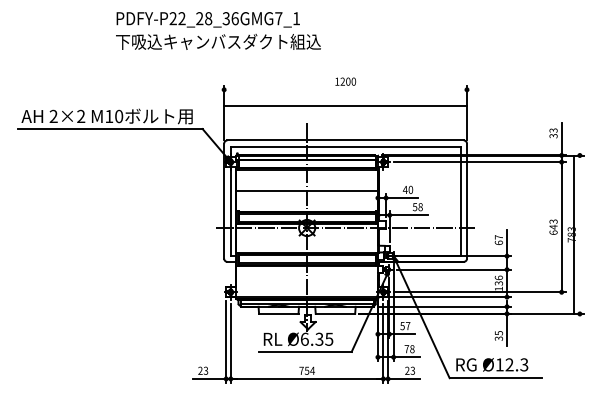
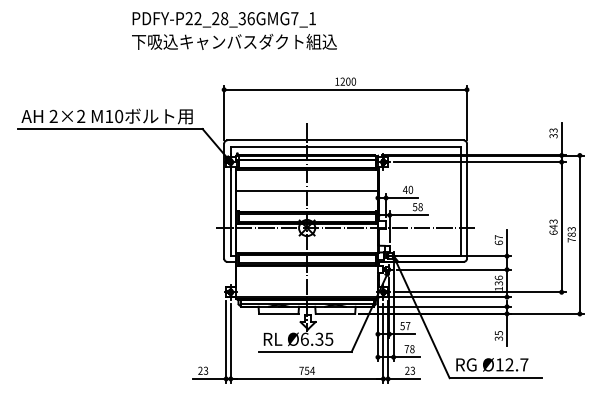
text at (218, 30) position: (218, 30) -> (234, 30)
line at (345, 105) position: (345, 105) -> (345, 89)
line at (573, 234) position: (573, 234) -> (579, 234)
text at (524, 364): Ø12.3 -> Ø12.7
